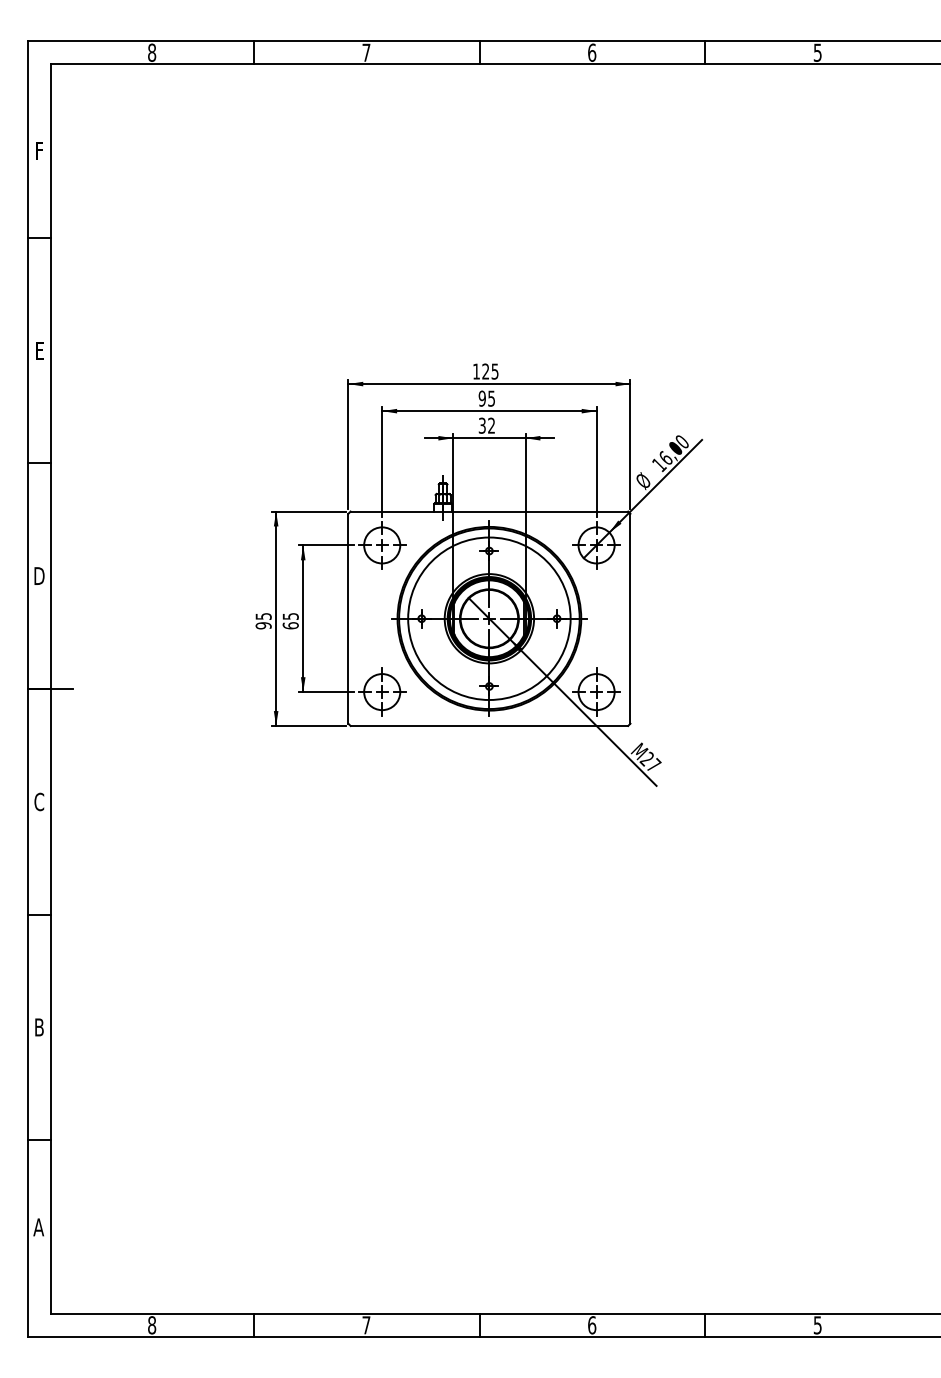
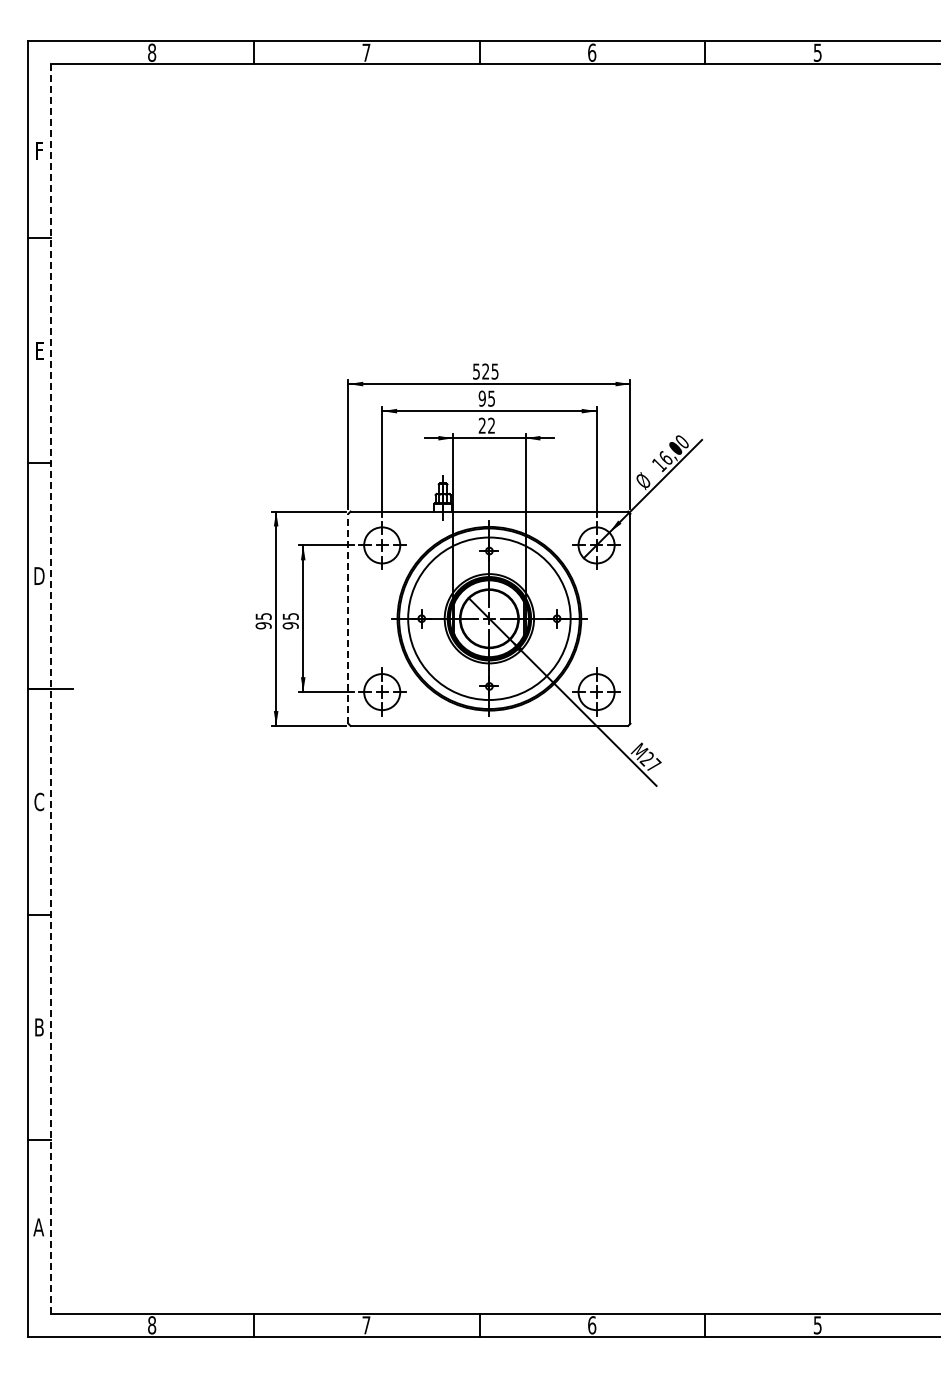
text at (476, 371): 125 -> 525
text at (481, 425): 32 -> 22
line at (348, 618): solid -> dashed
text at (290, 625): 65 -> 95
line at (50, 688): solid -> dashed
